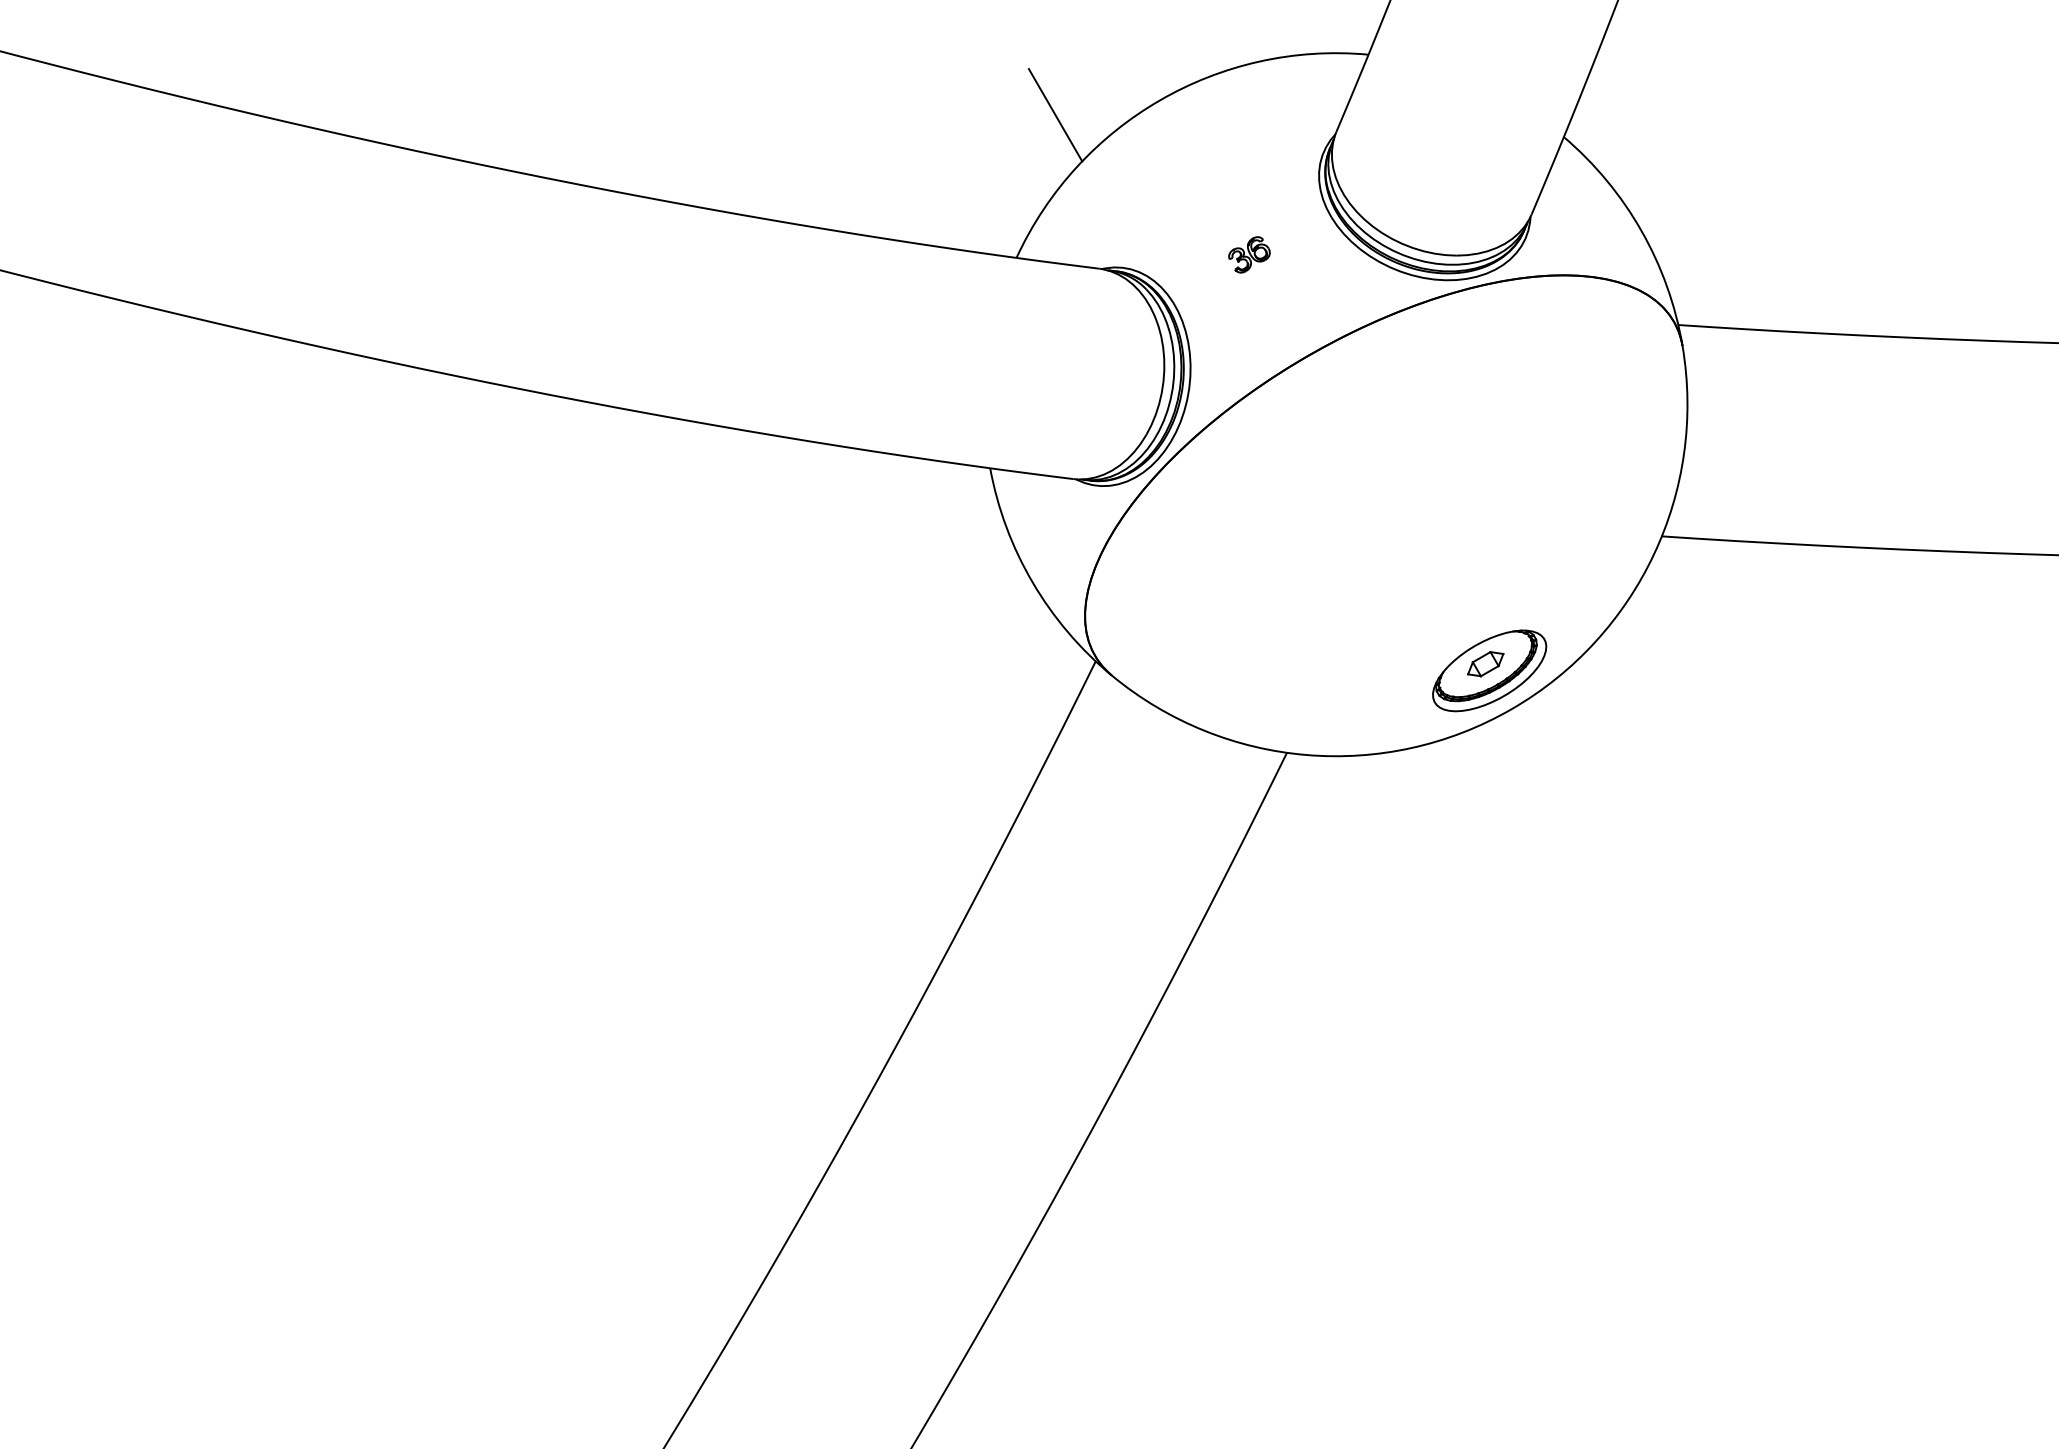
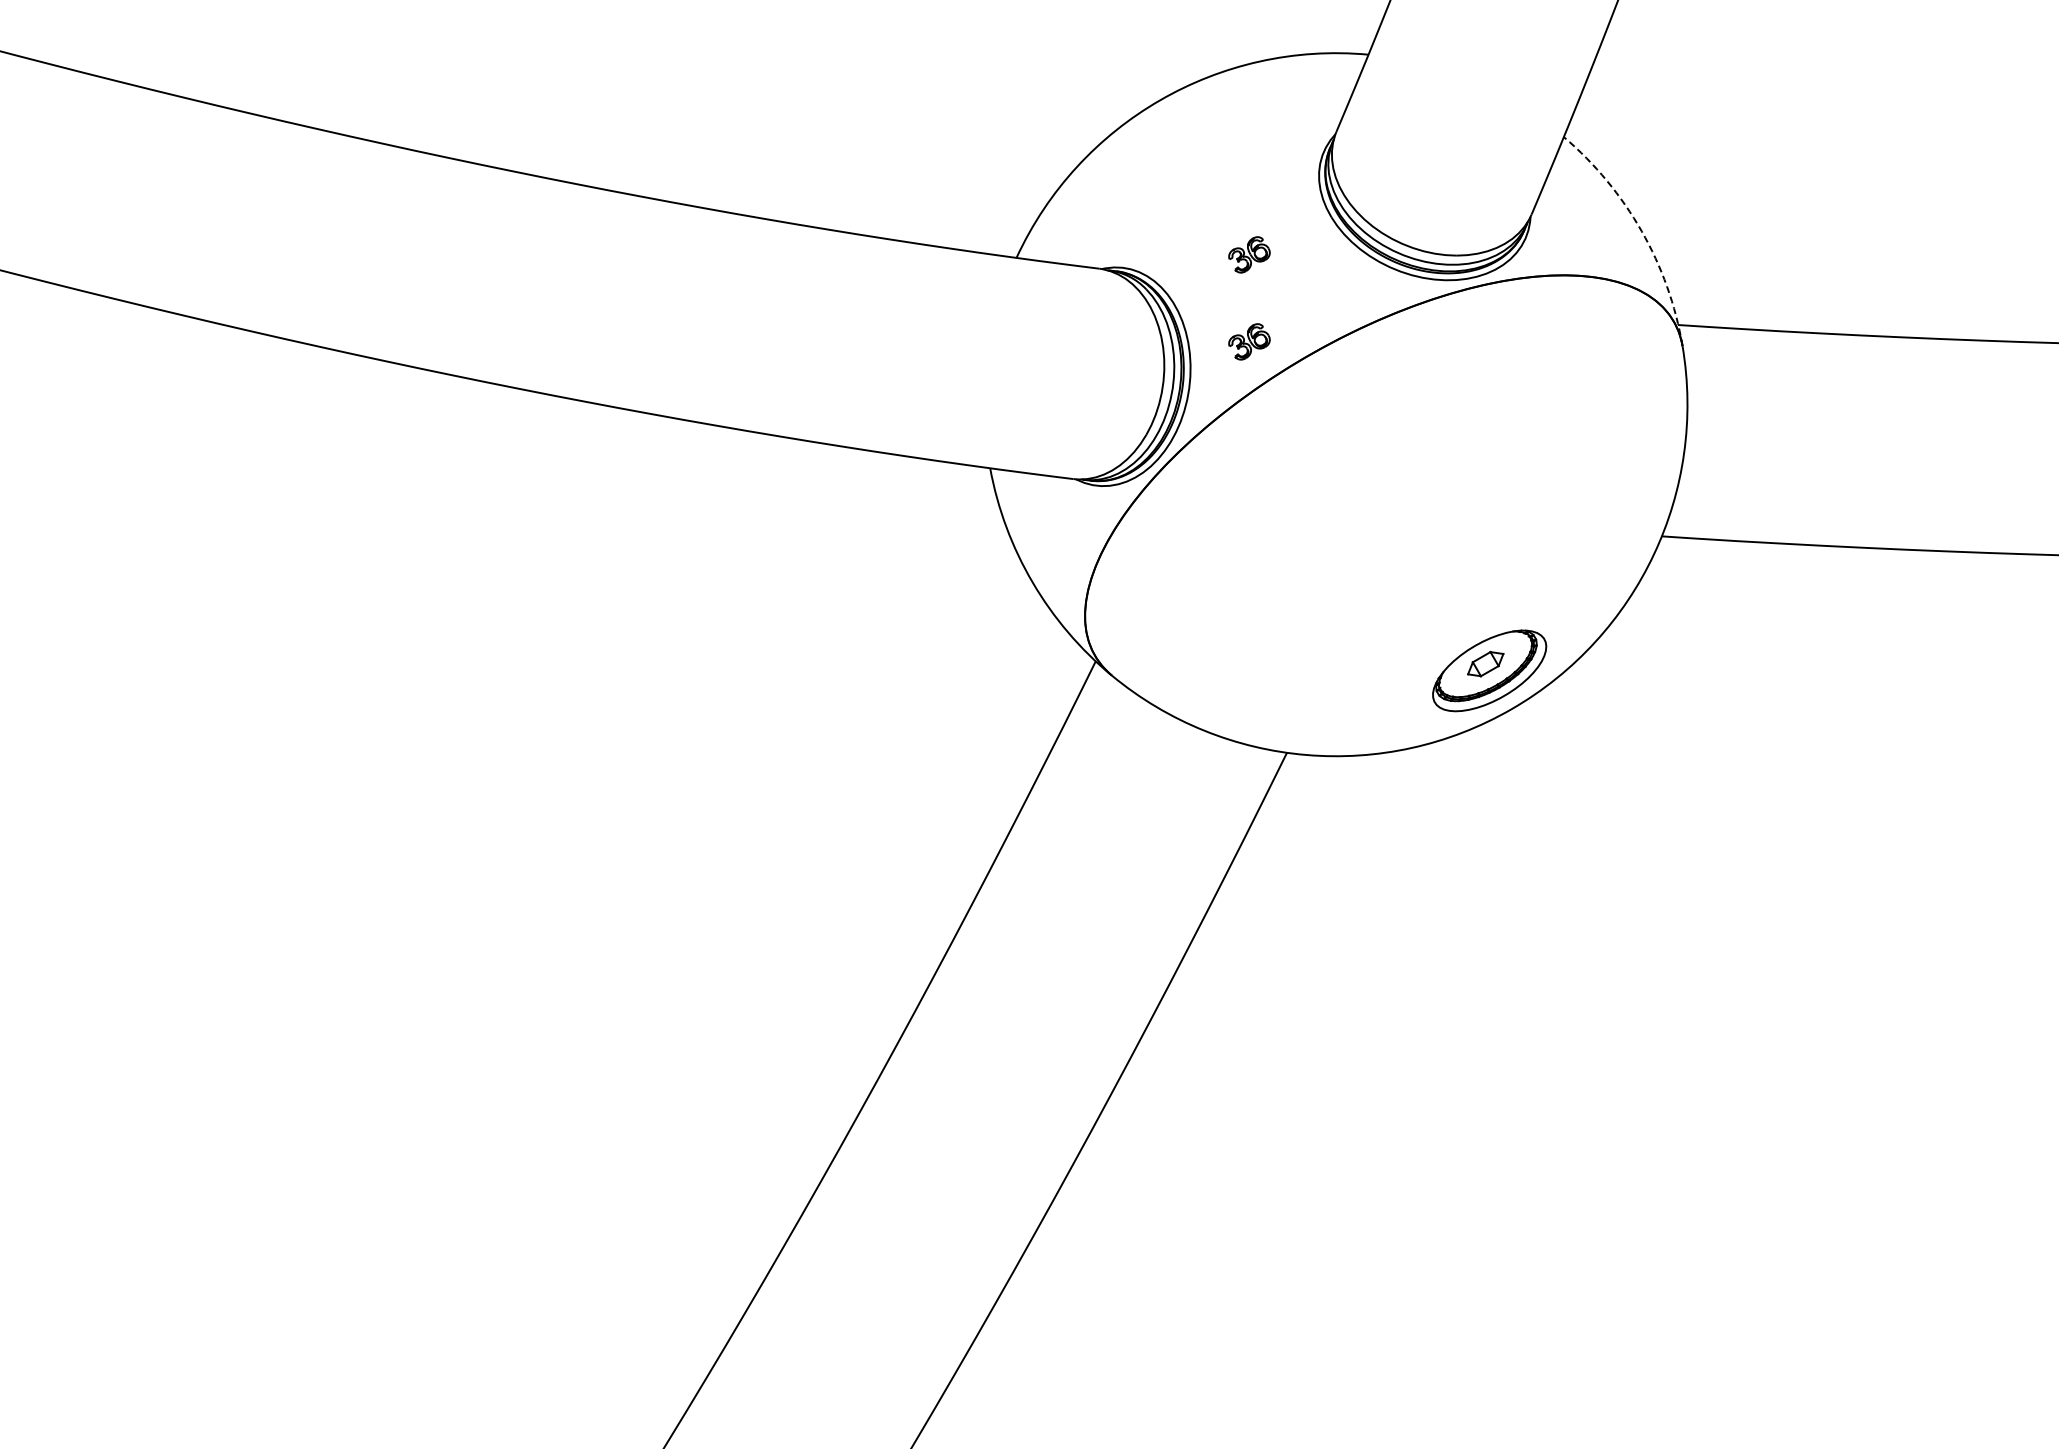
line at (1055, 115): present -> none
arc at (1641, 231): solid -> dashed
part at (1249, 341): none -> present
